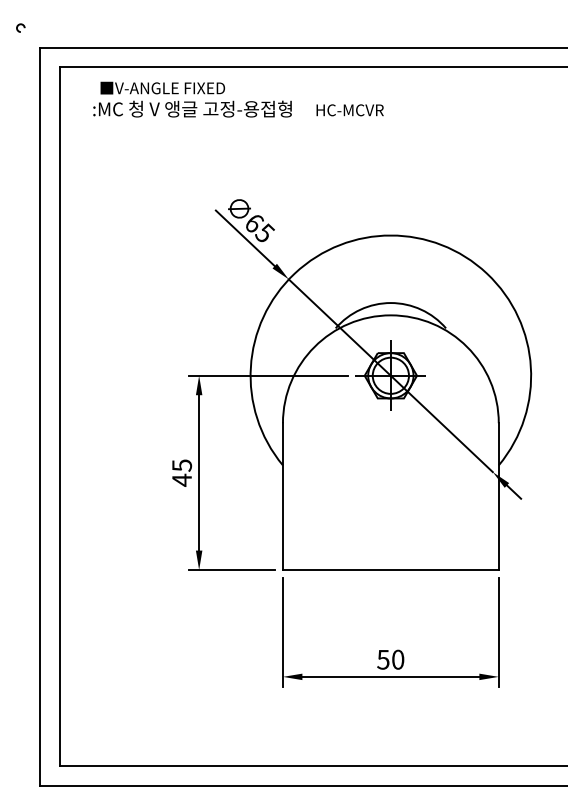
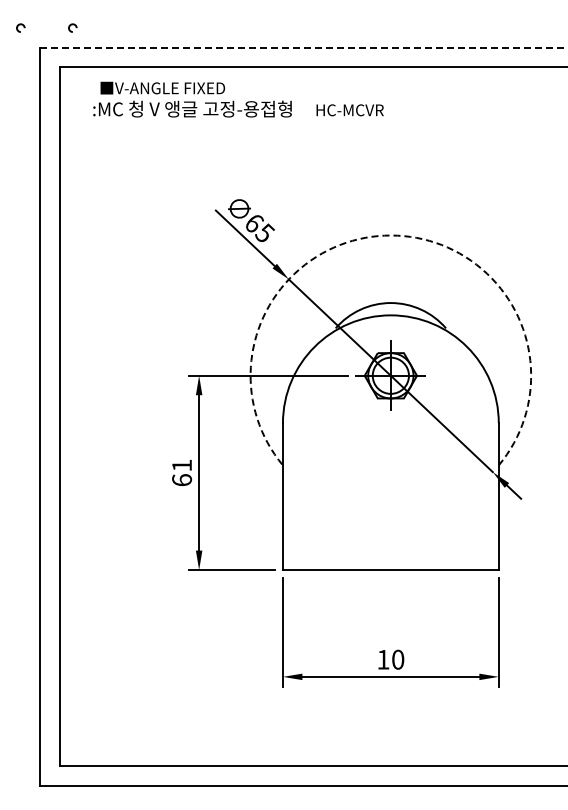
arc at (72, 25): none -> present
line at (304, 47): solid -> dashed
arc at (390, 235): solid -> dashed
text at (182, 472): 45 -> 61
text at (383, 659): 50 -> 10
